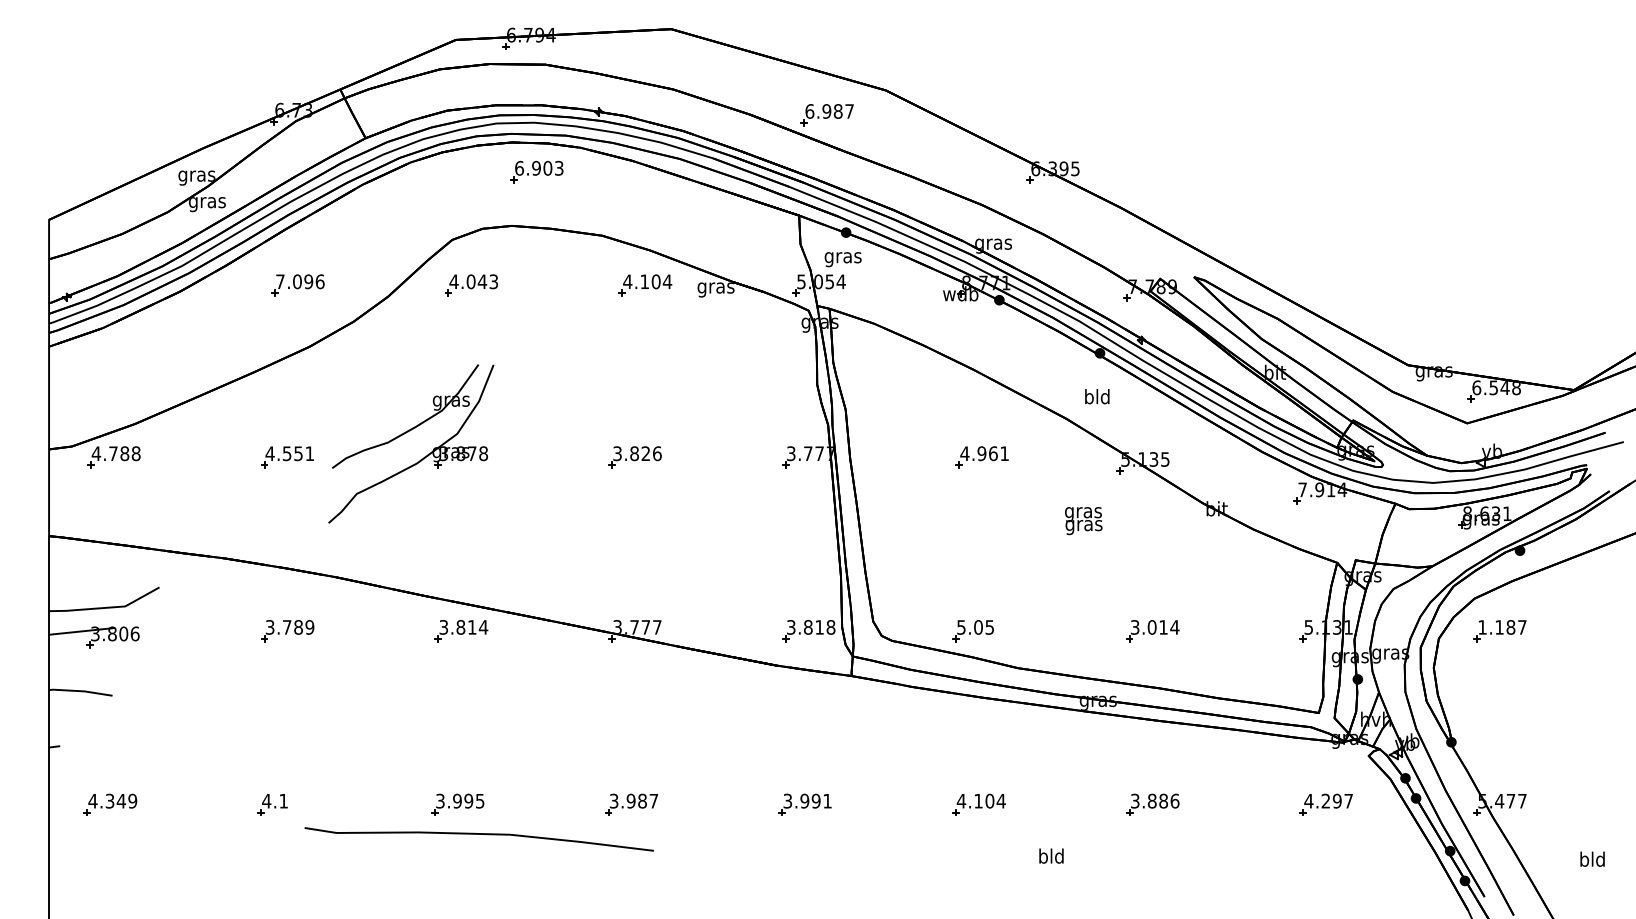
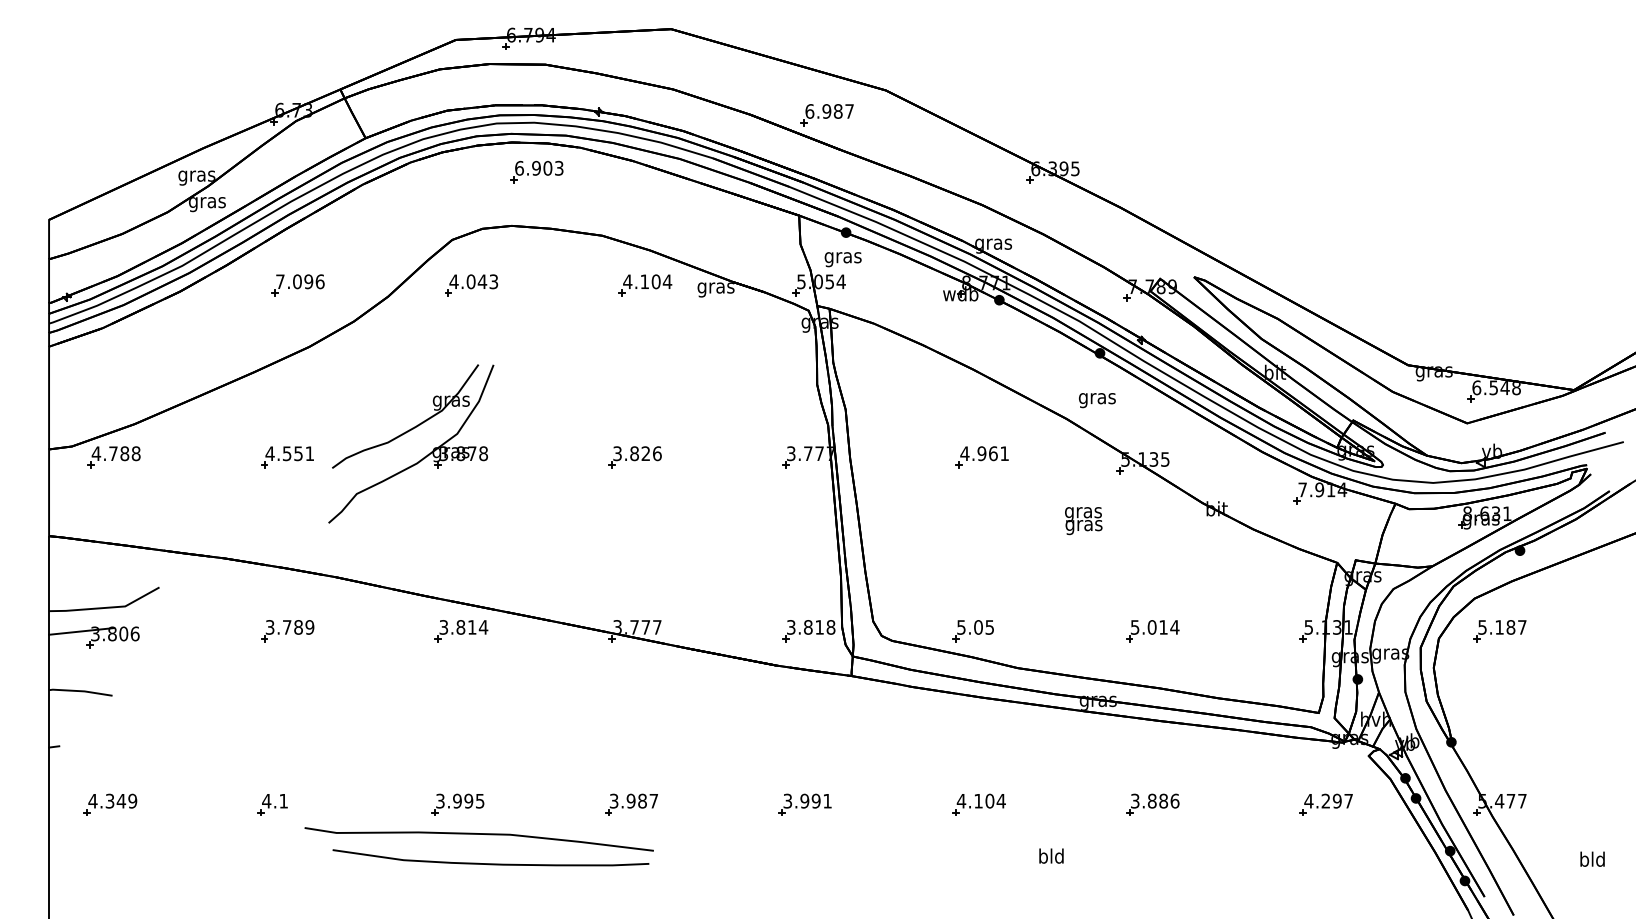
text at (1096, 398): bld -> gras
text at (1135, 626): 3.014 -> 5.014
text at (1482, 627): 1.187 -> 5.187
curve at (490, 863): none -> present
